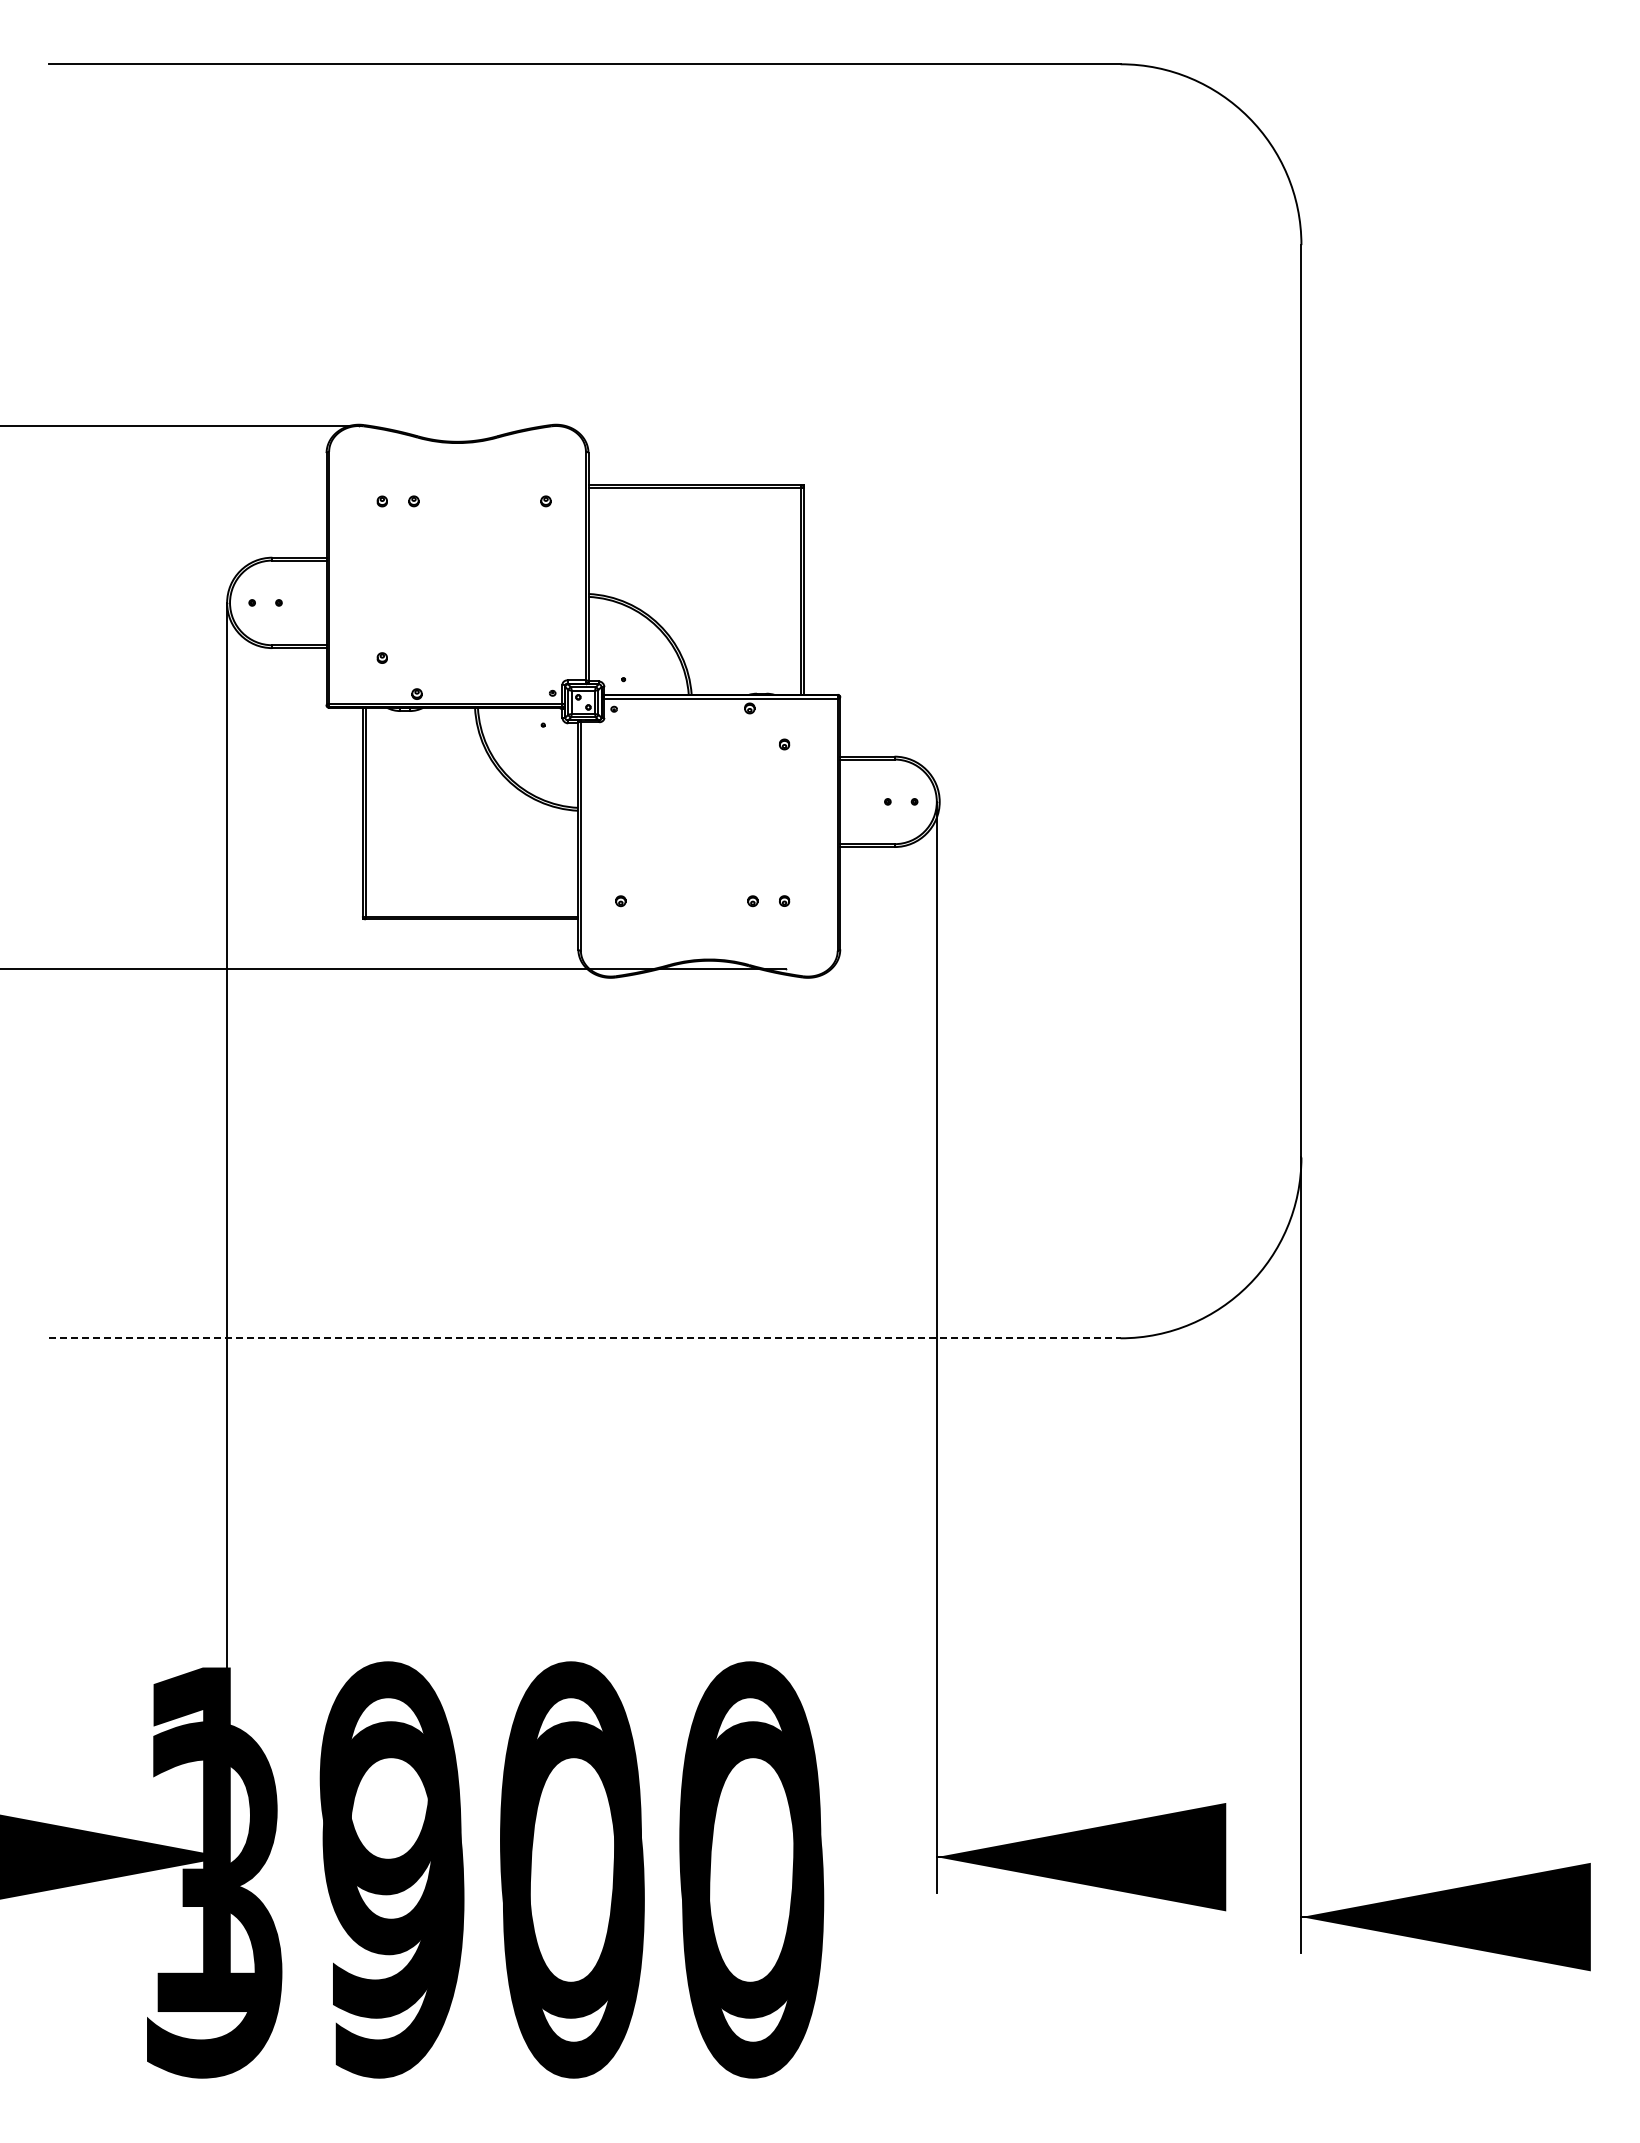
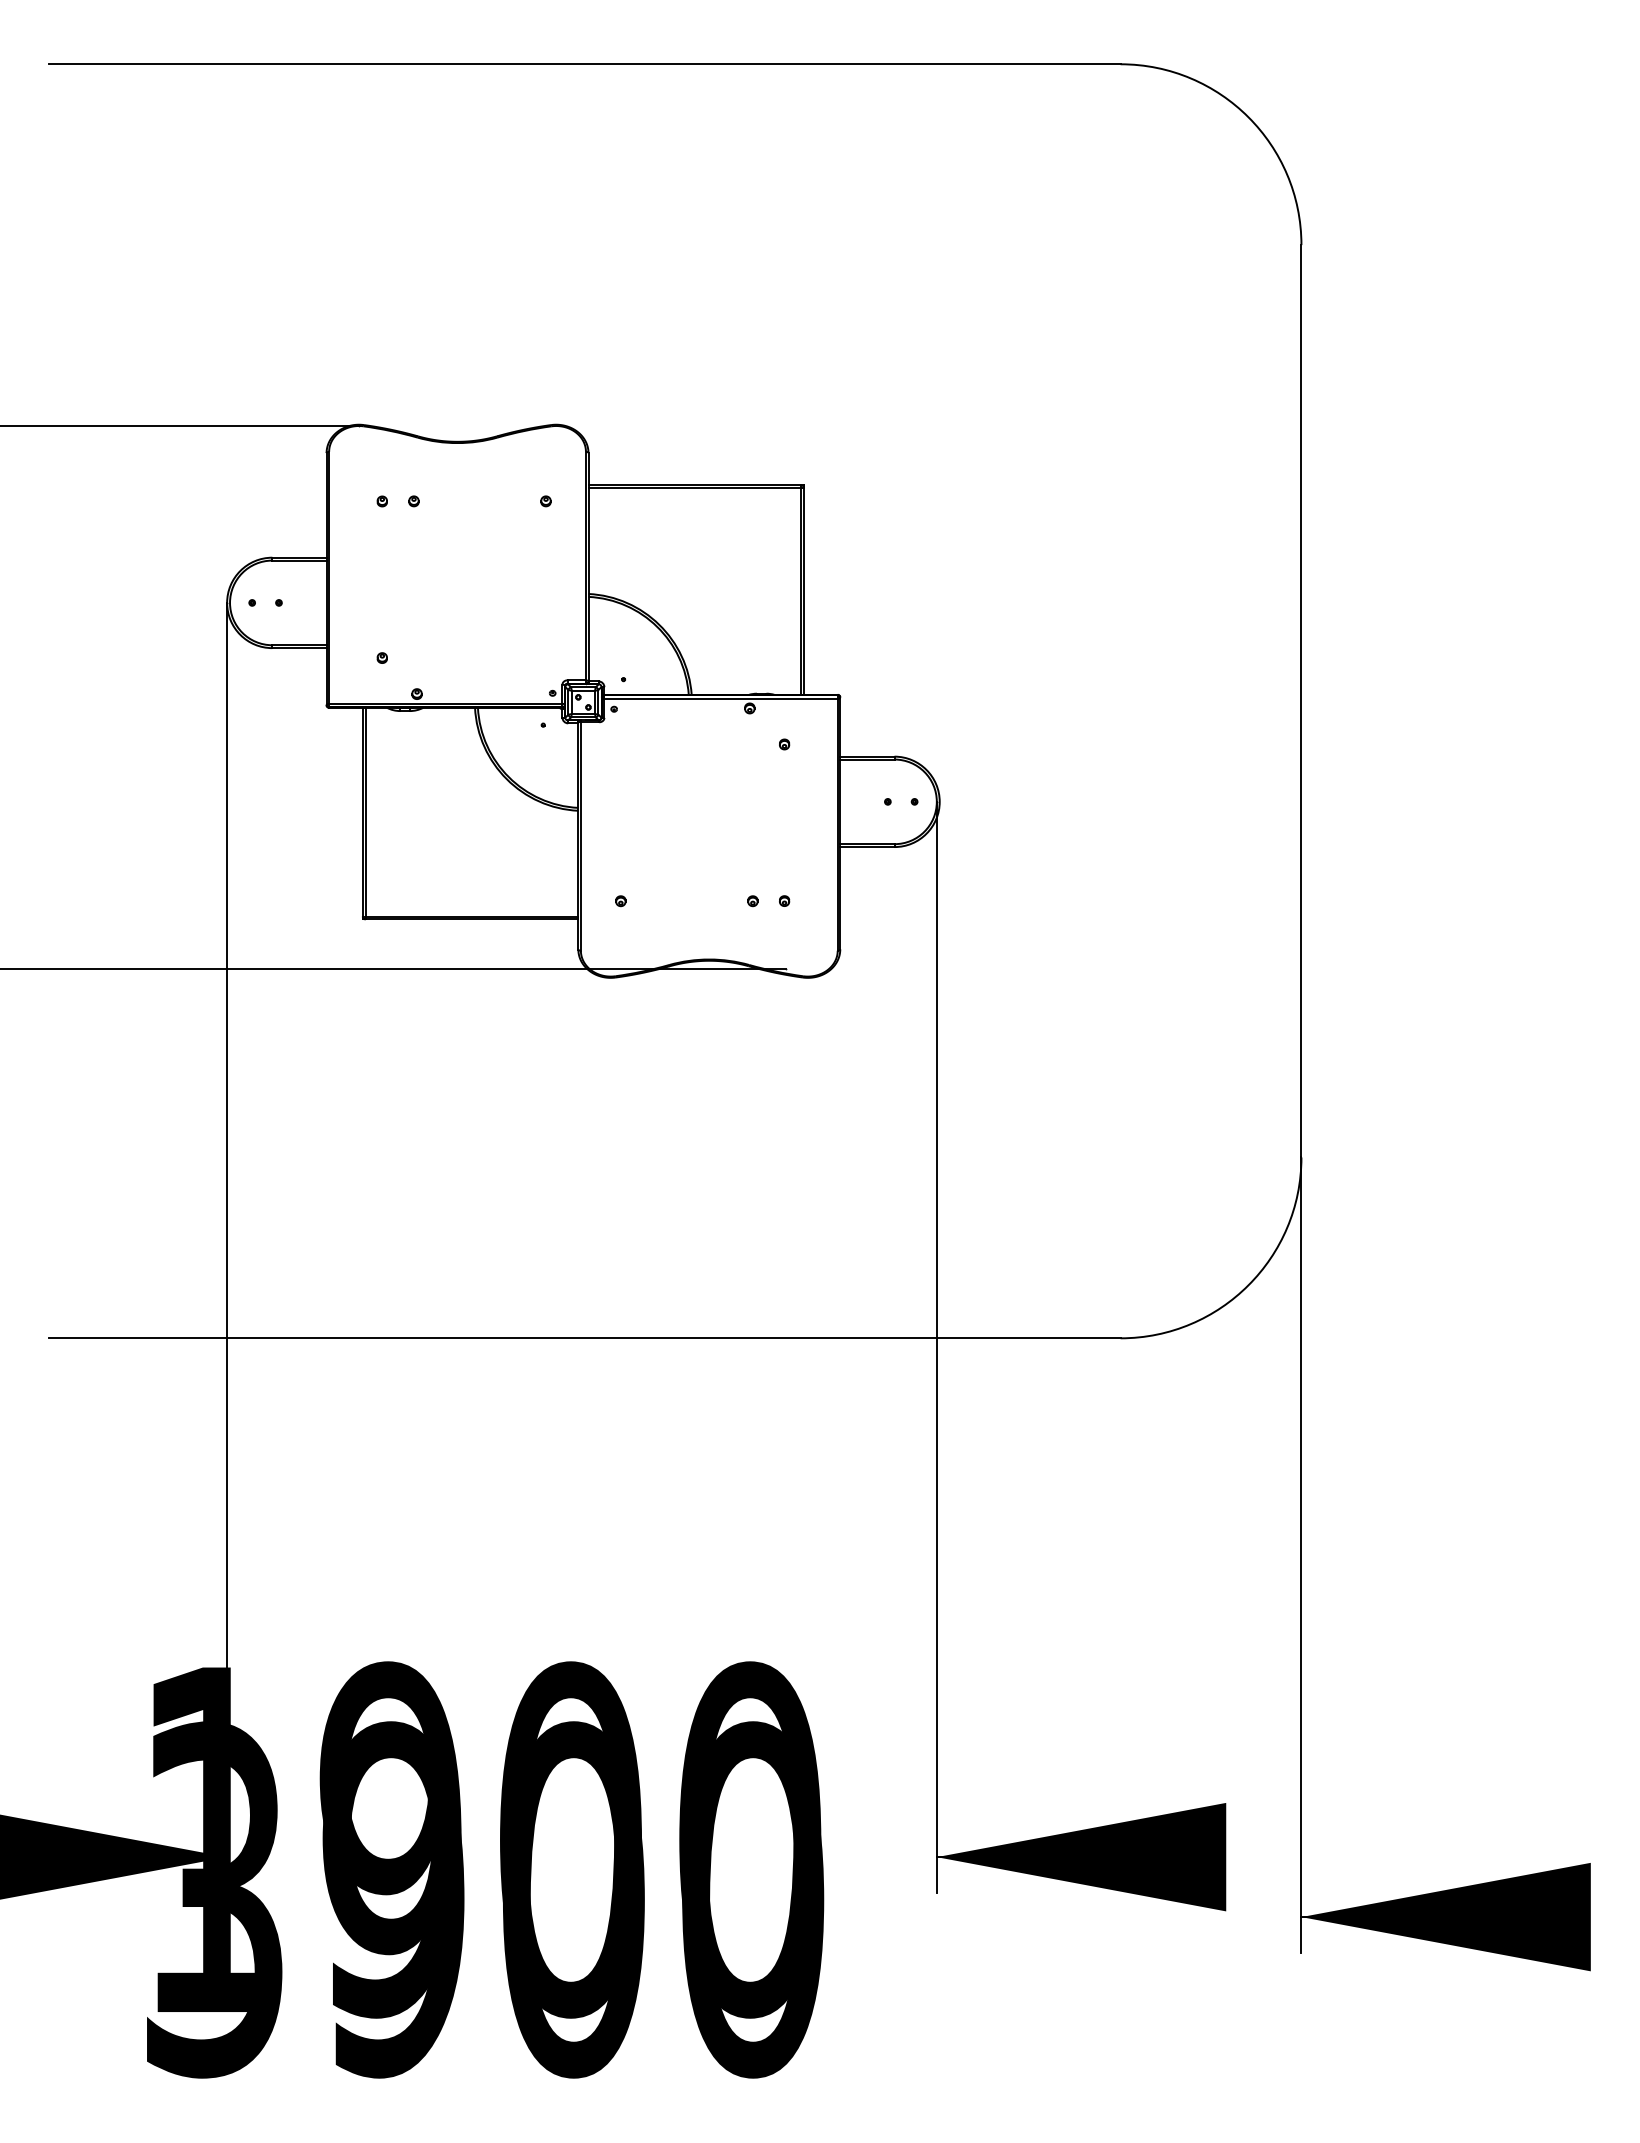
line at (584, 1338): dashed -> solid
